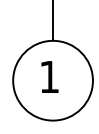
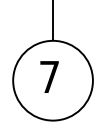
text at (49, 76): 1 -> 7
